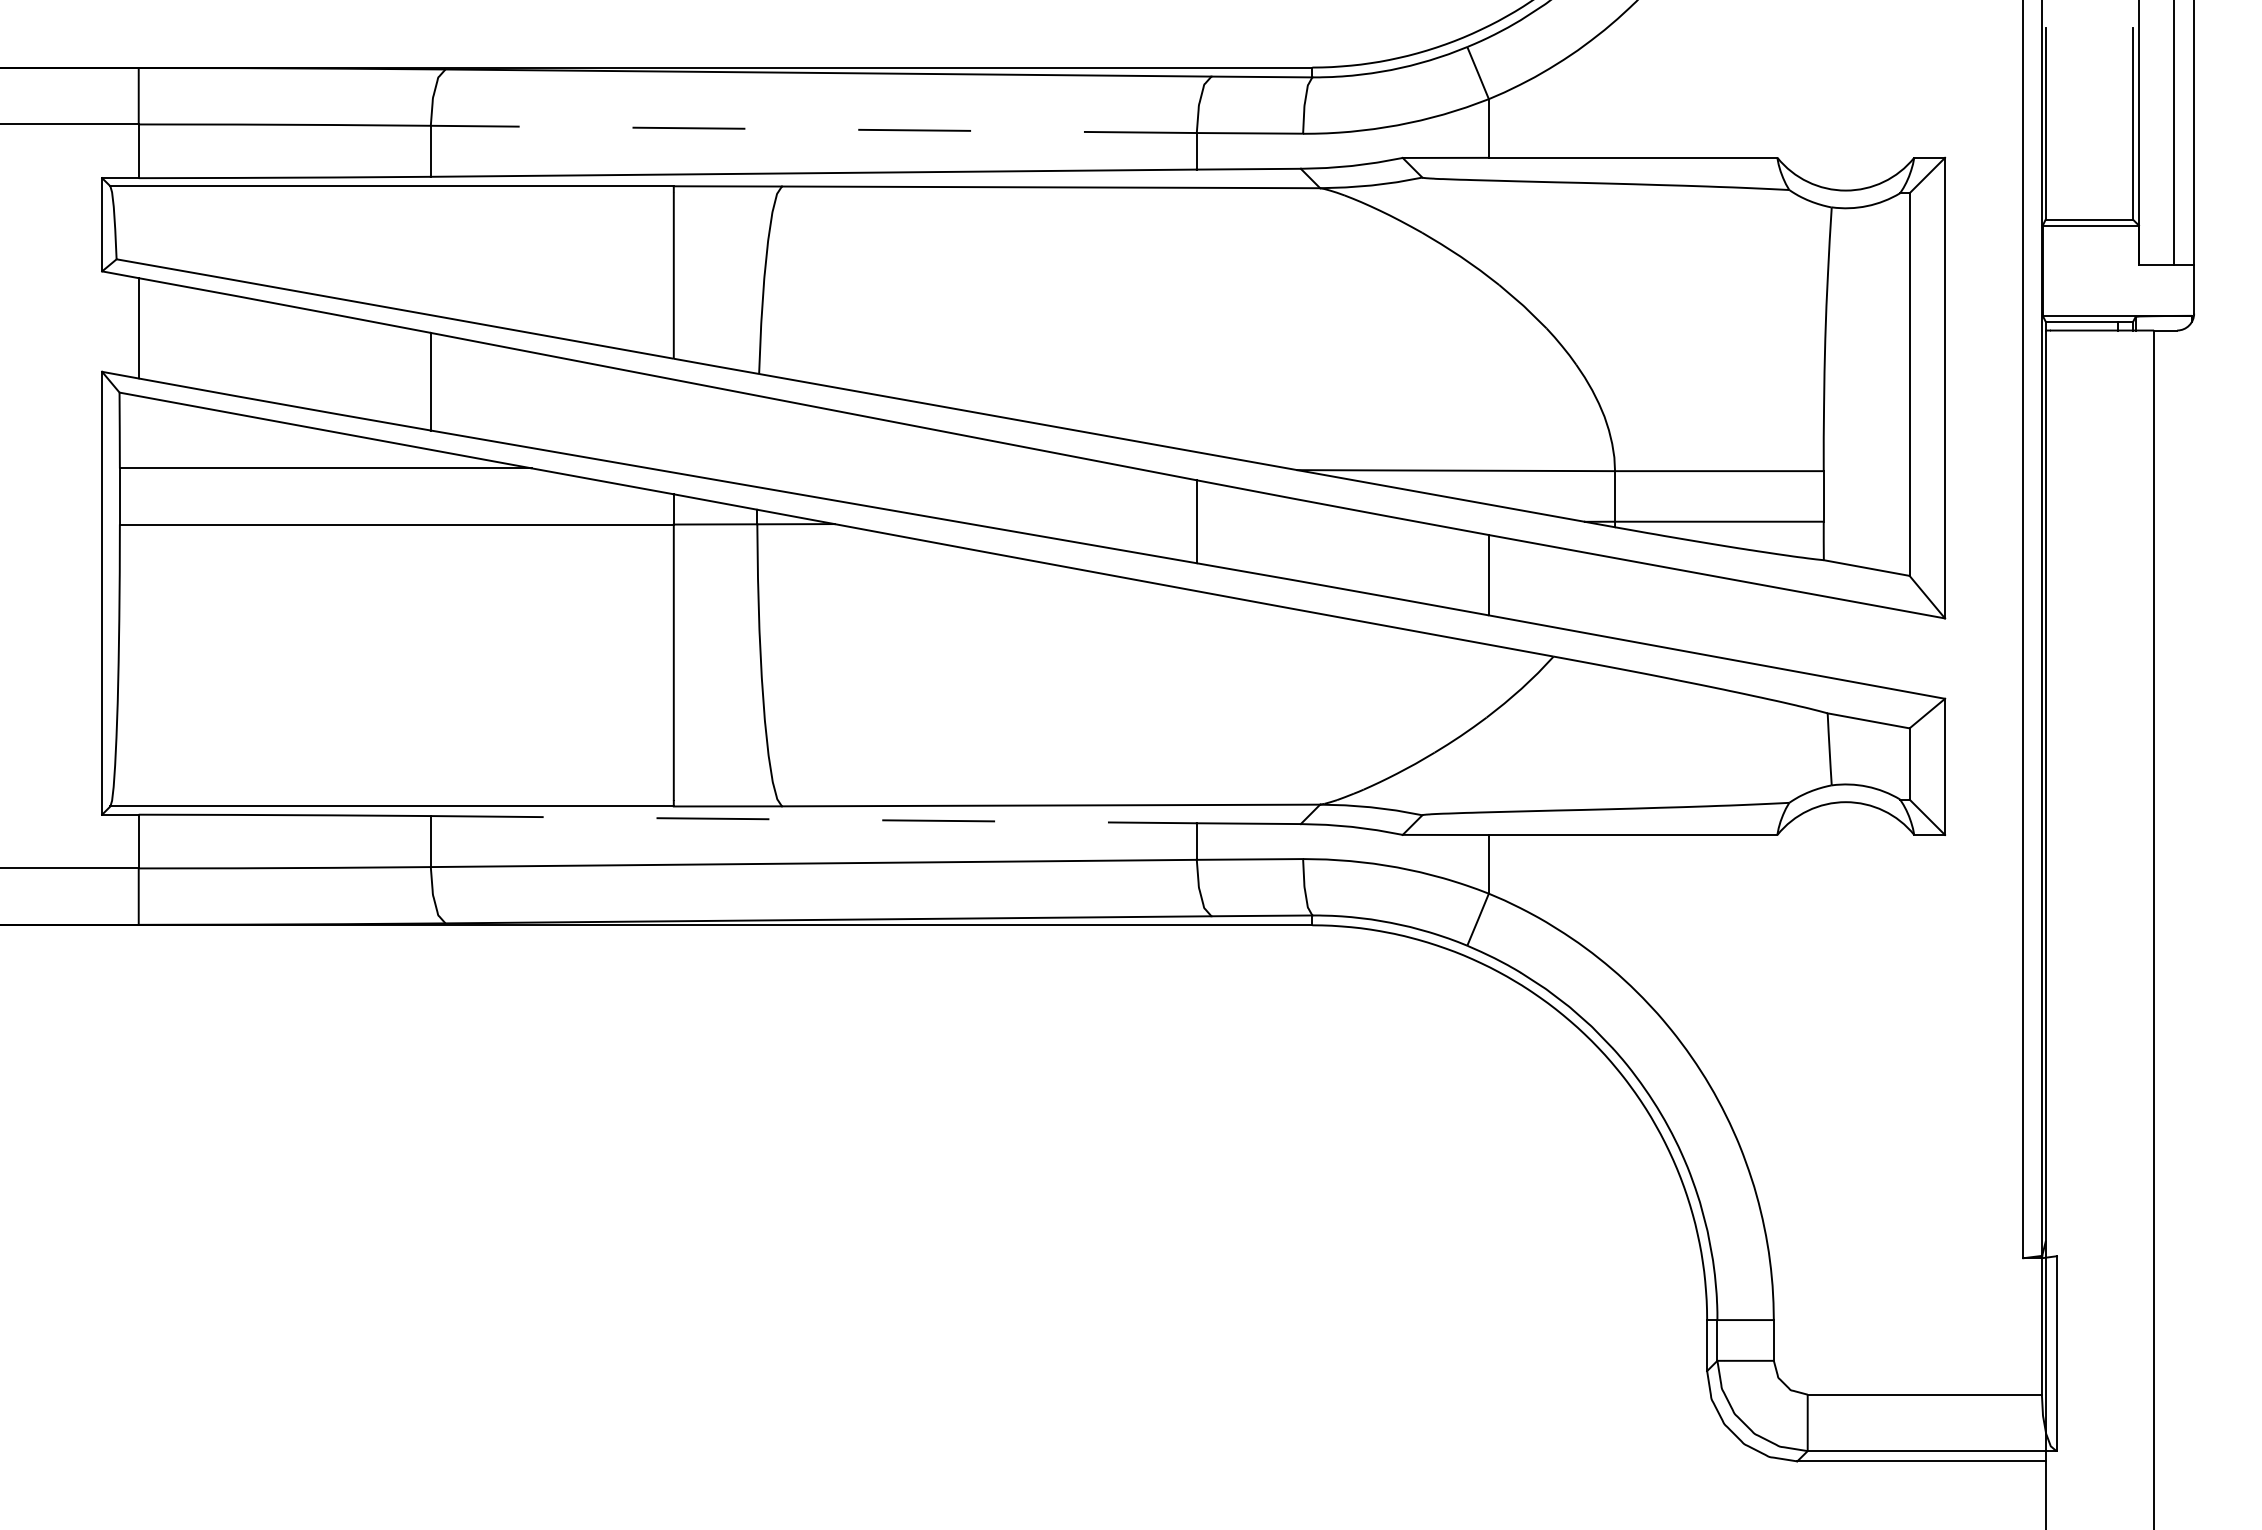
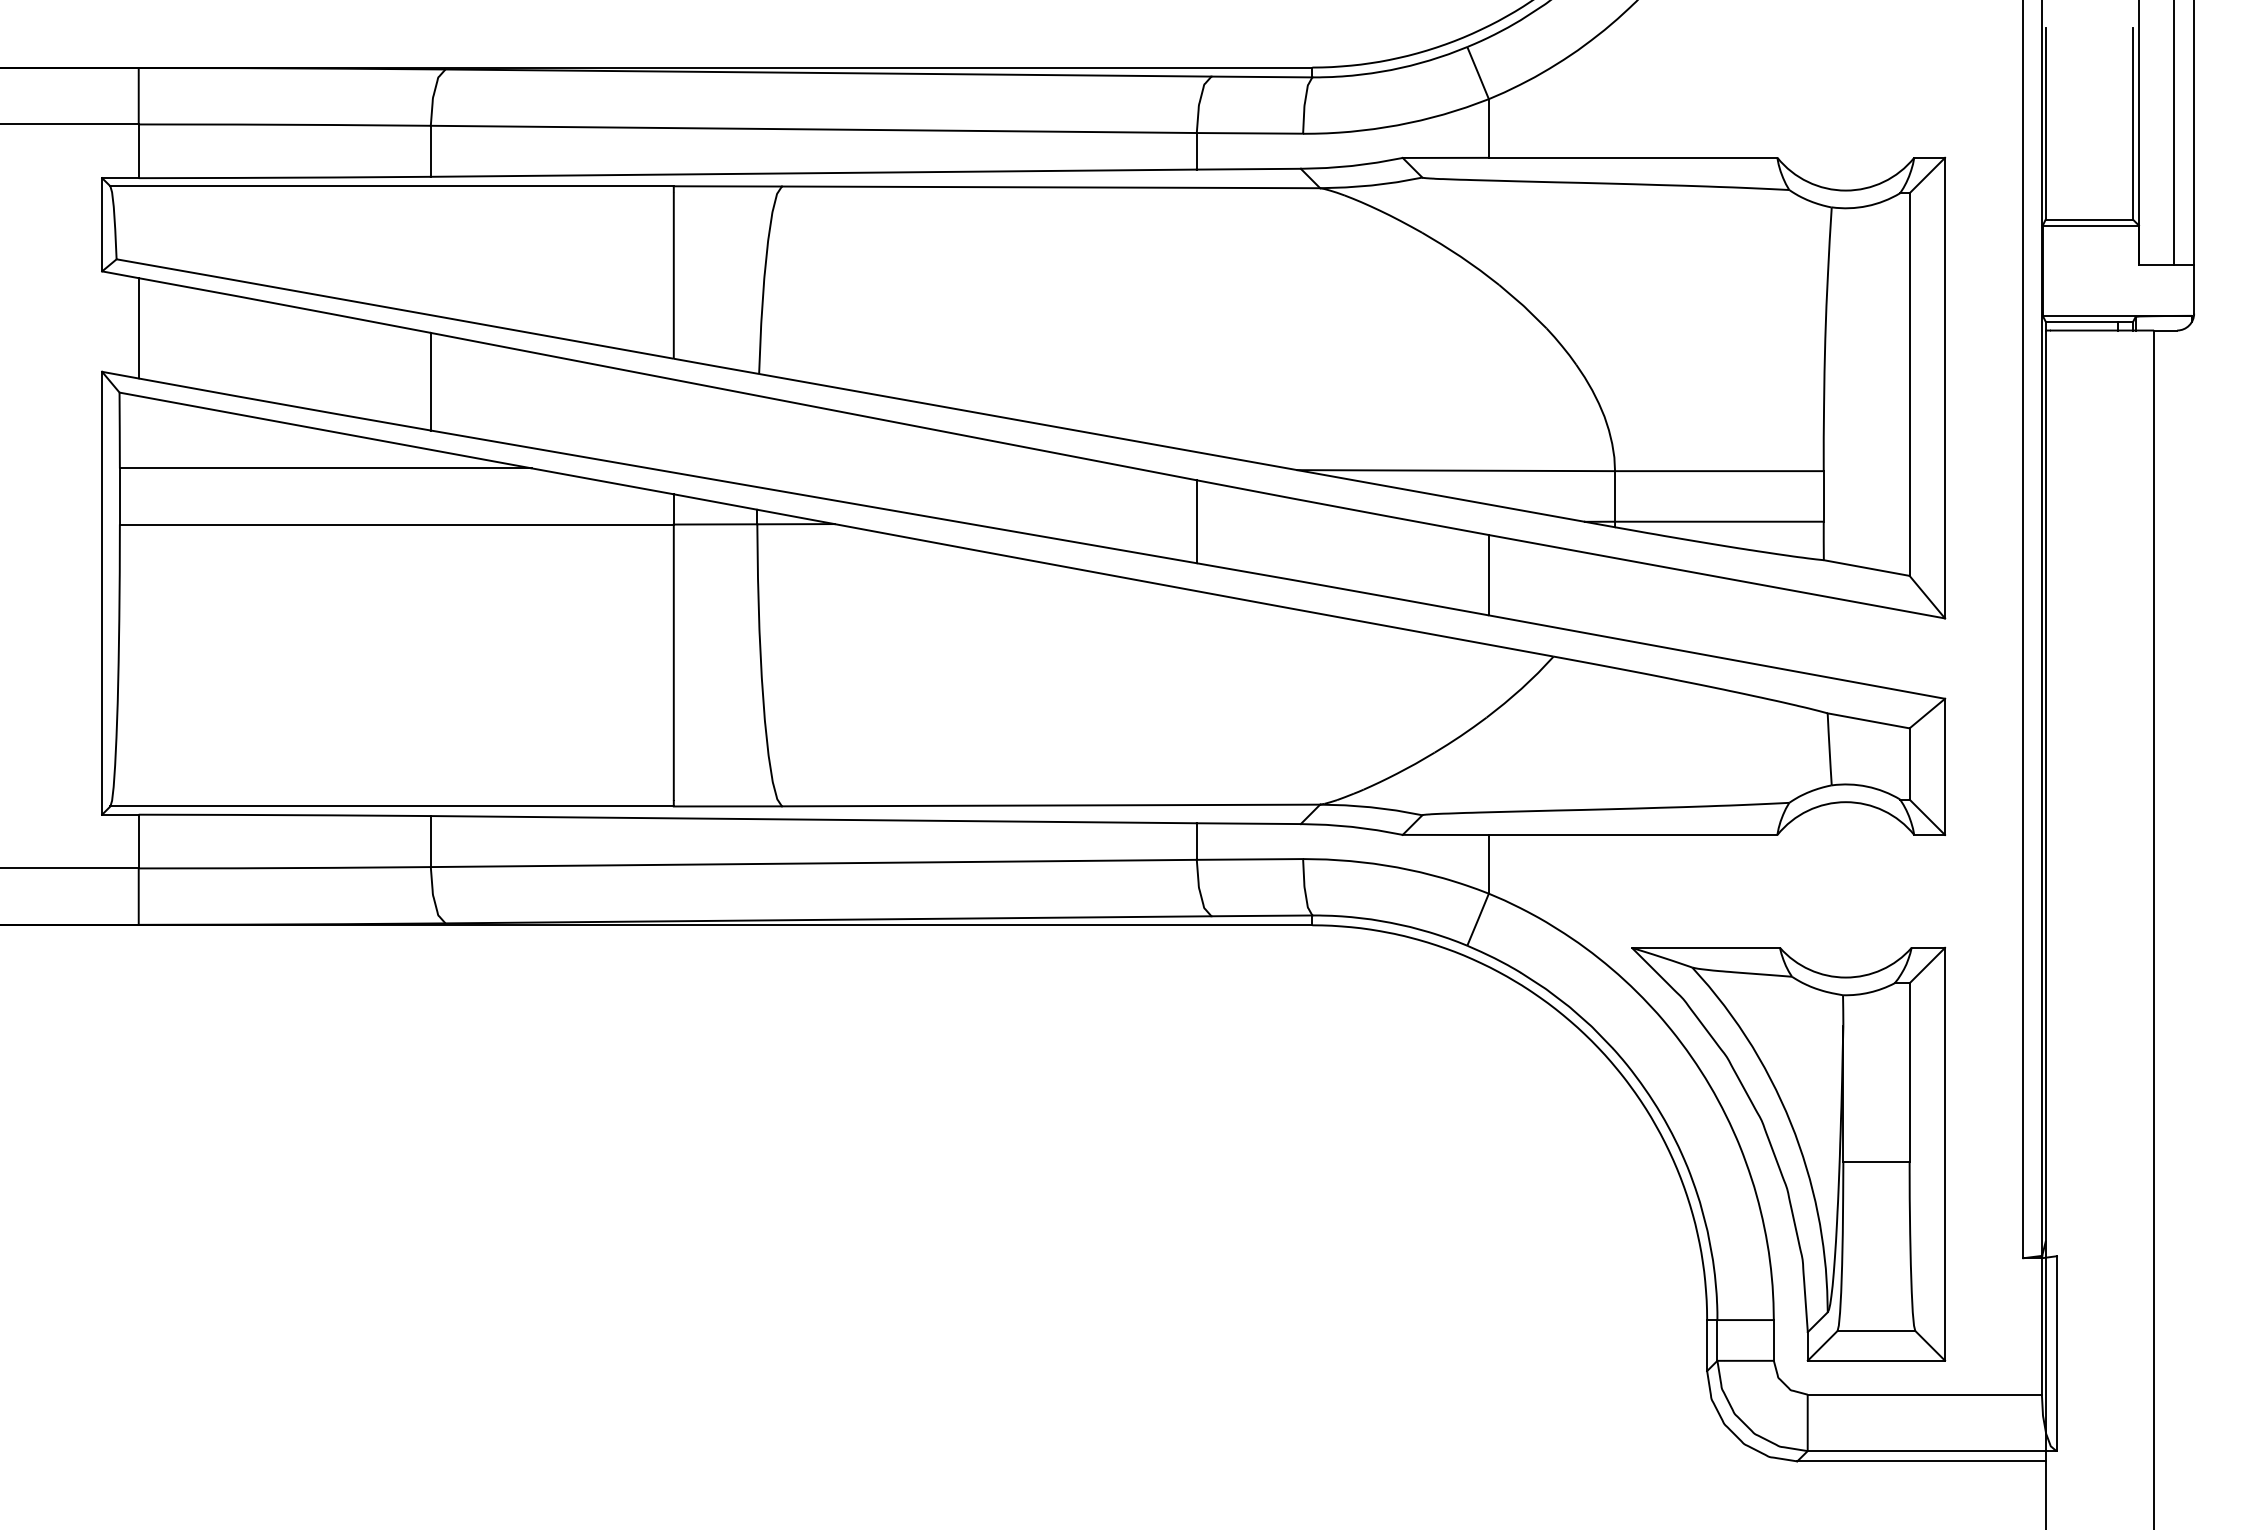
line at (813, 129): dashed -> solid
line at (814, 819): dashed -> solid
part at (1788, 1153): none -> present
